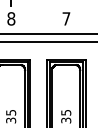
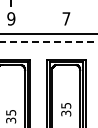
text at (11, 18): 8 -> 9
line at (48, 41): solid -> dashed
text at (66, 116) position: (66, 116) -> (66, 109)
